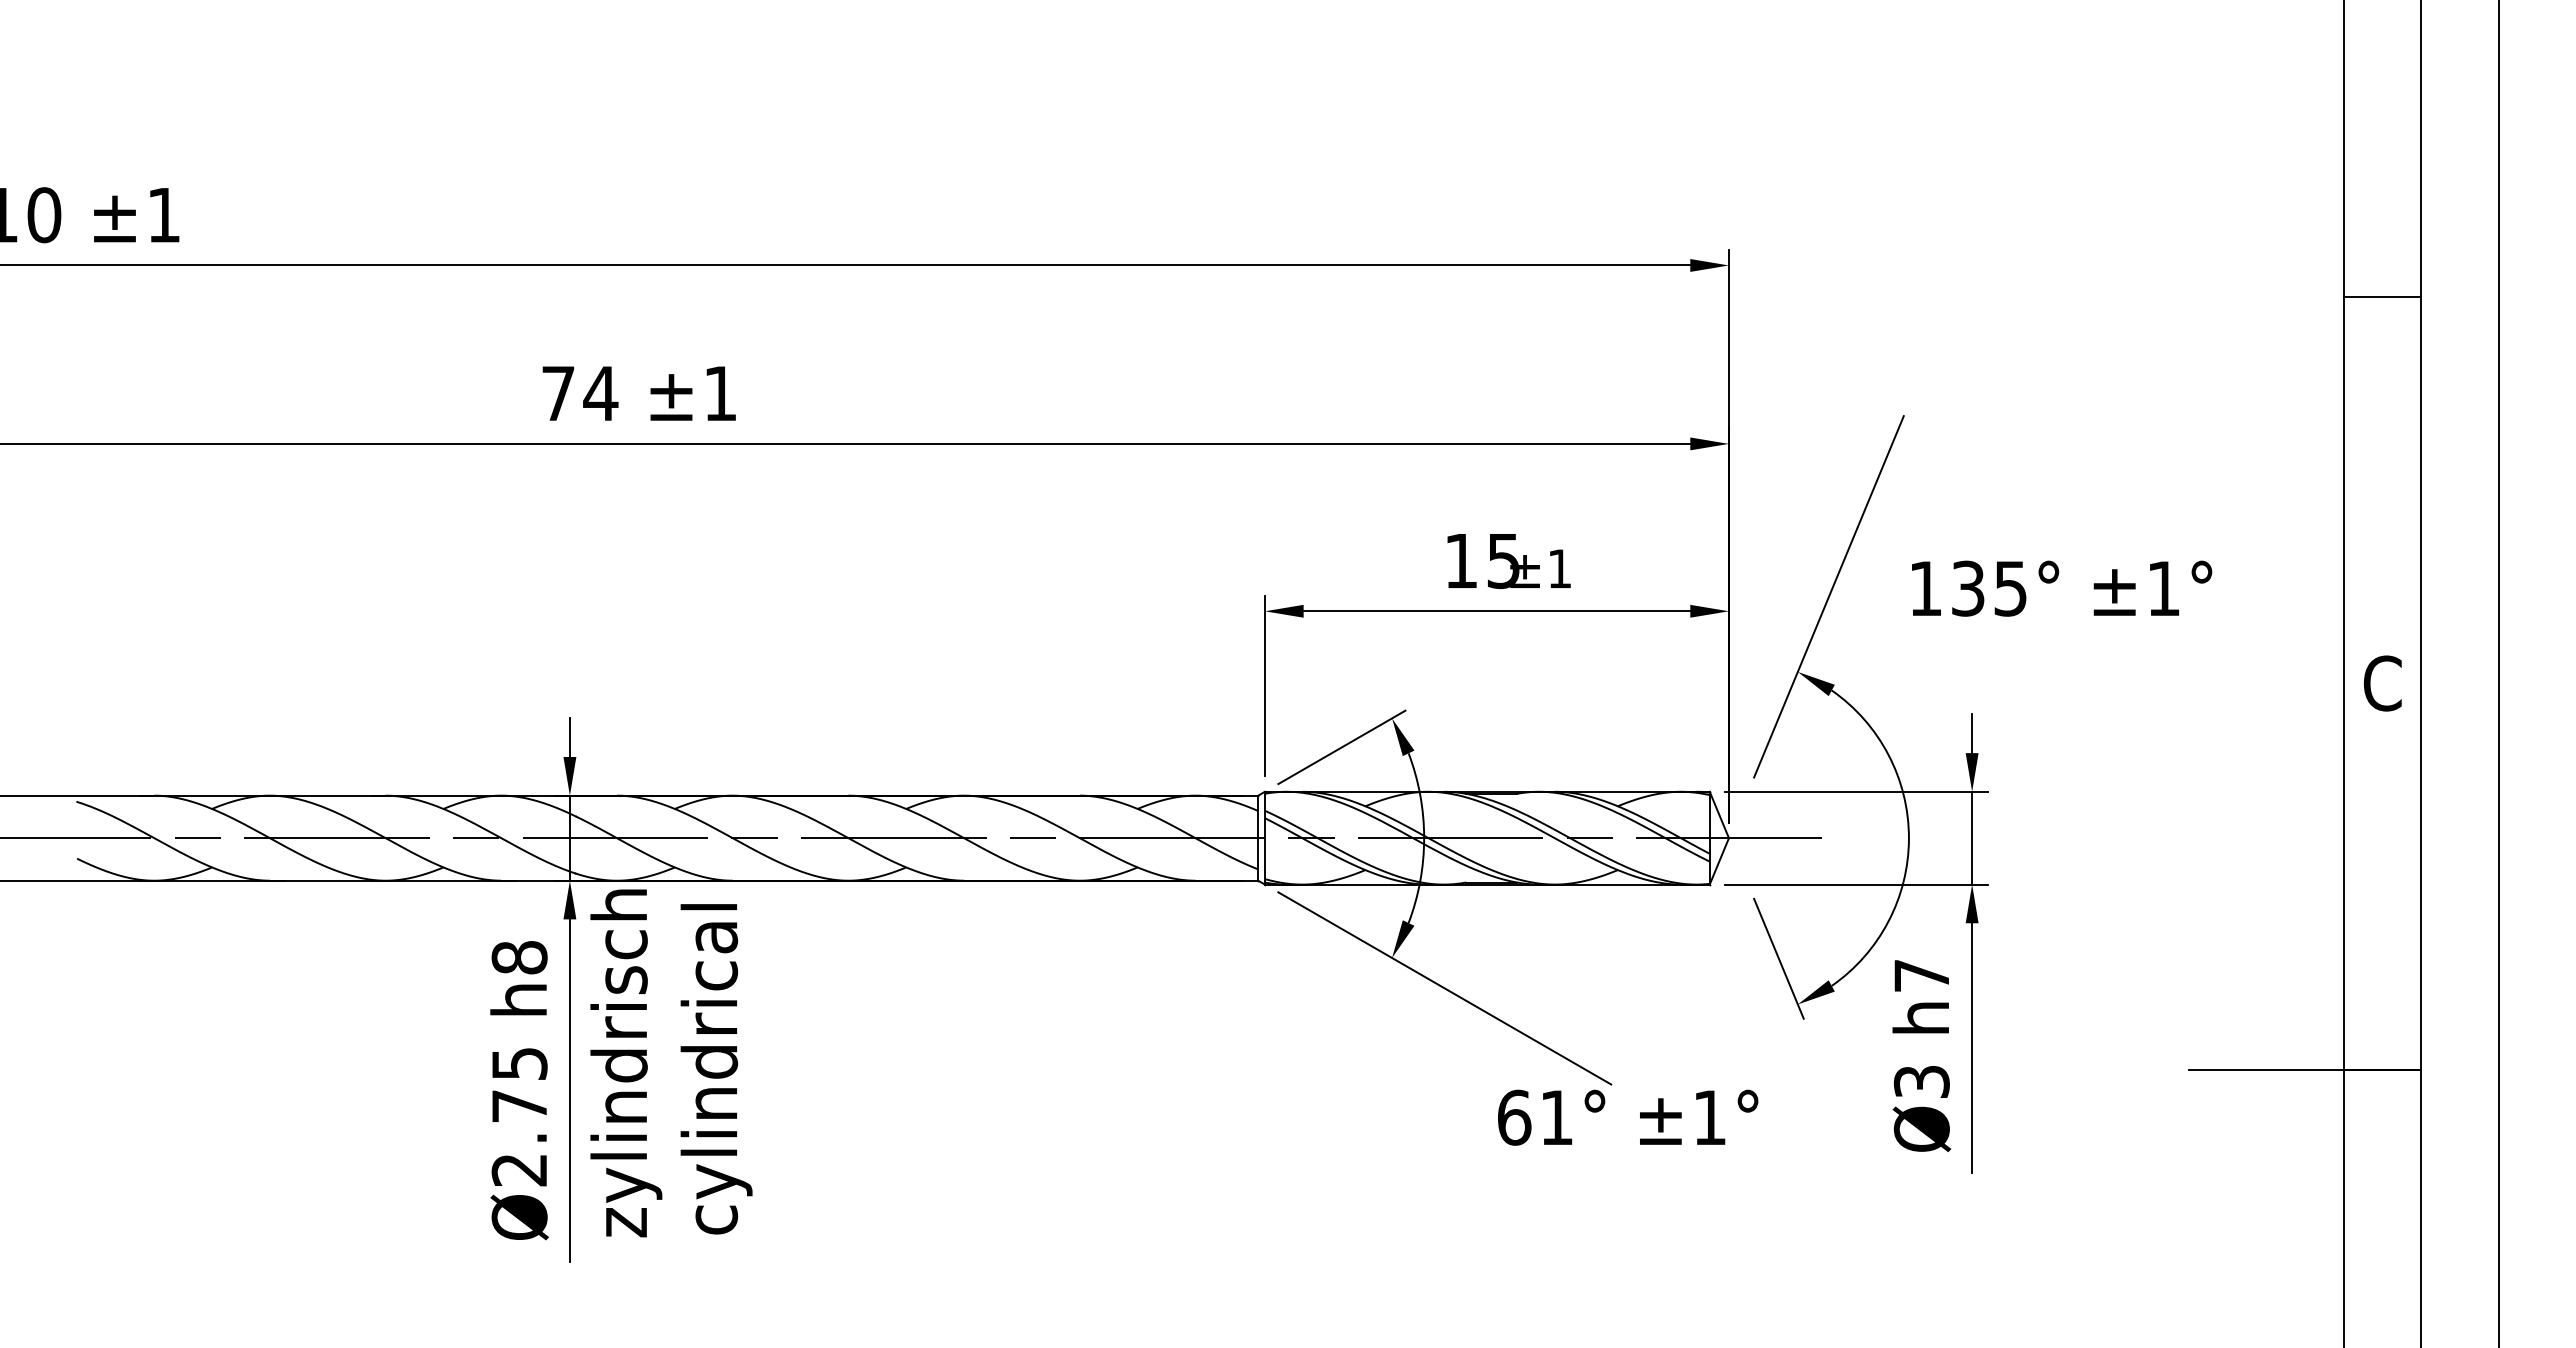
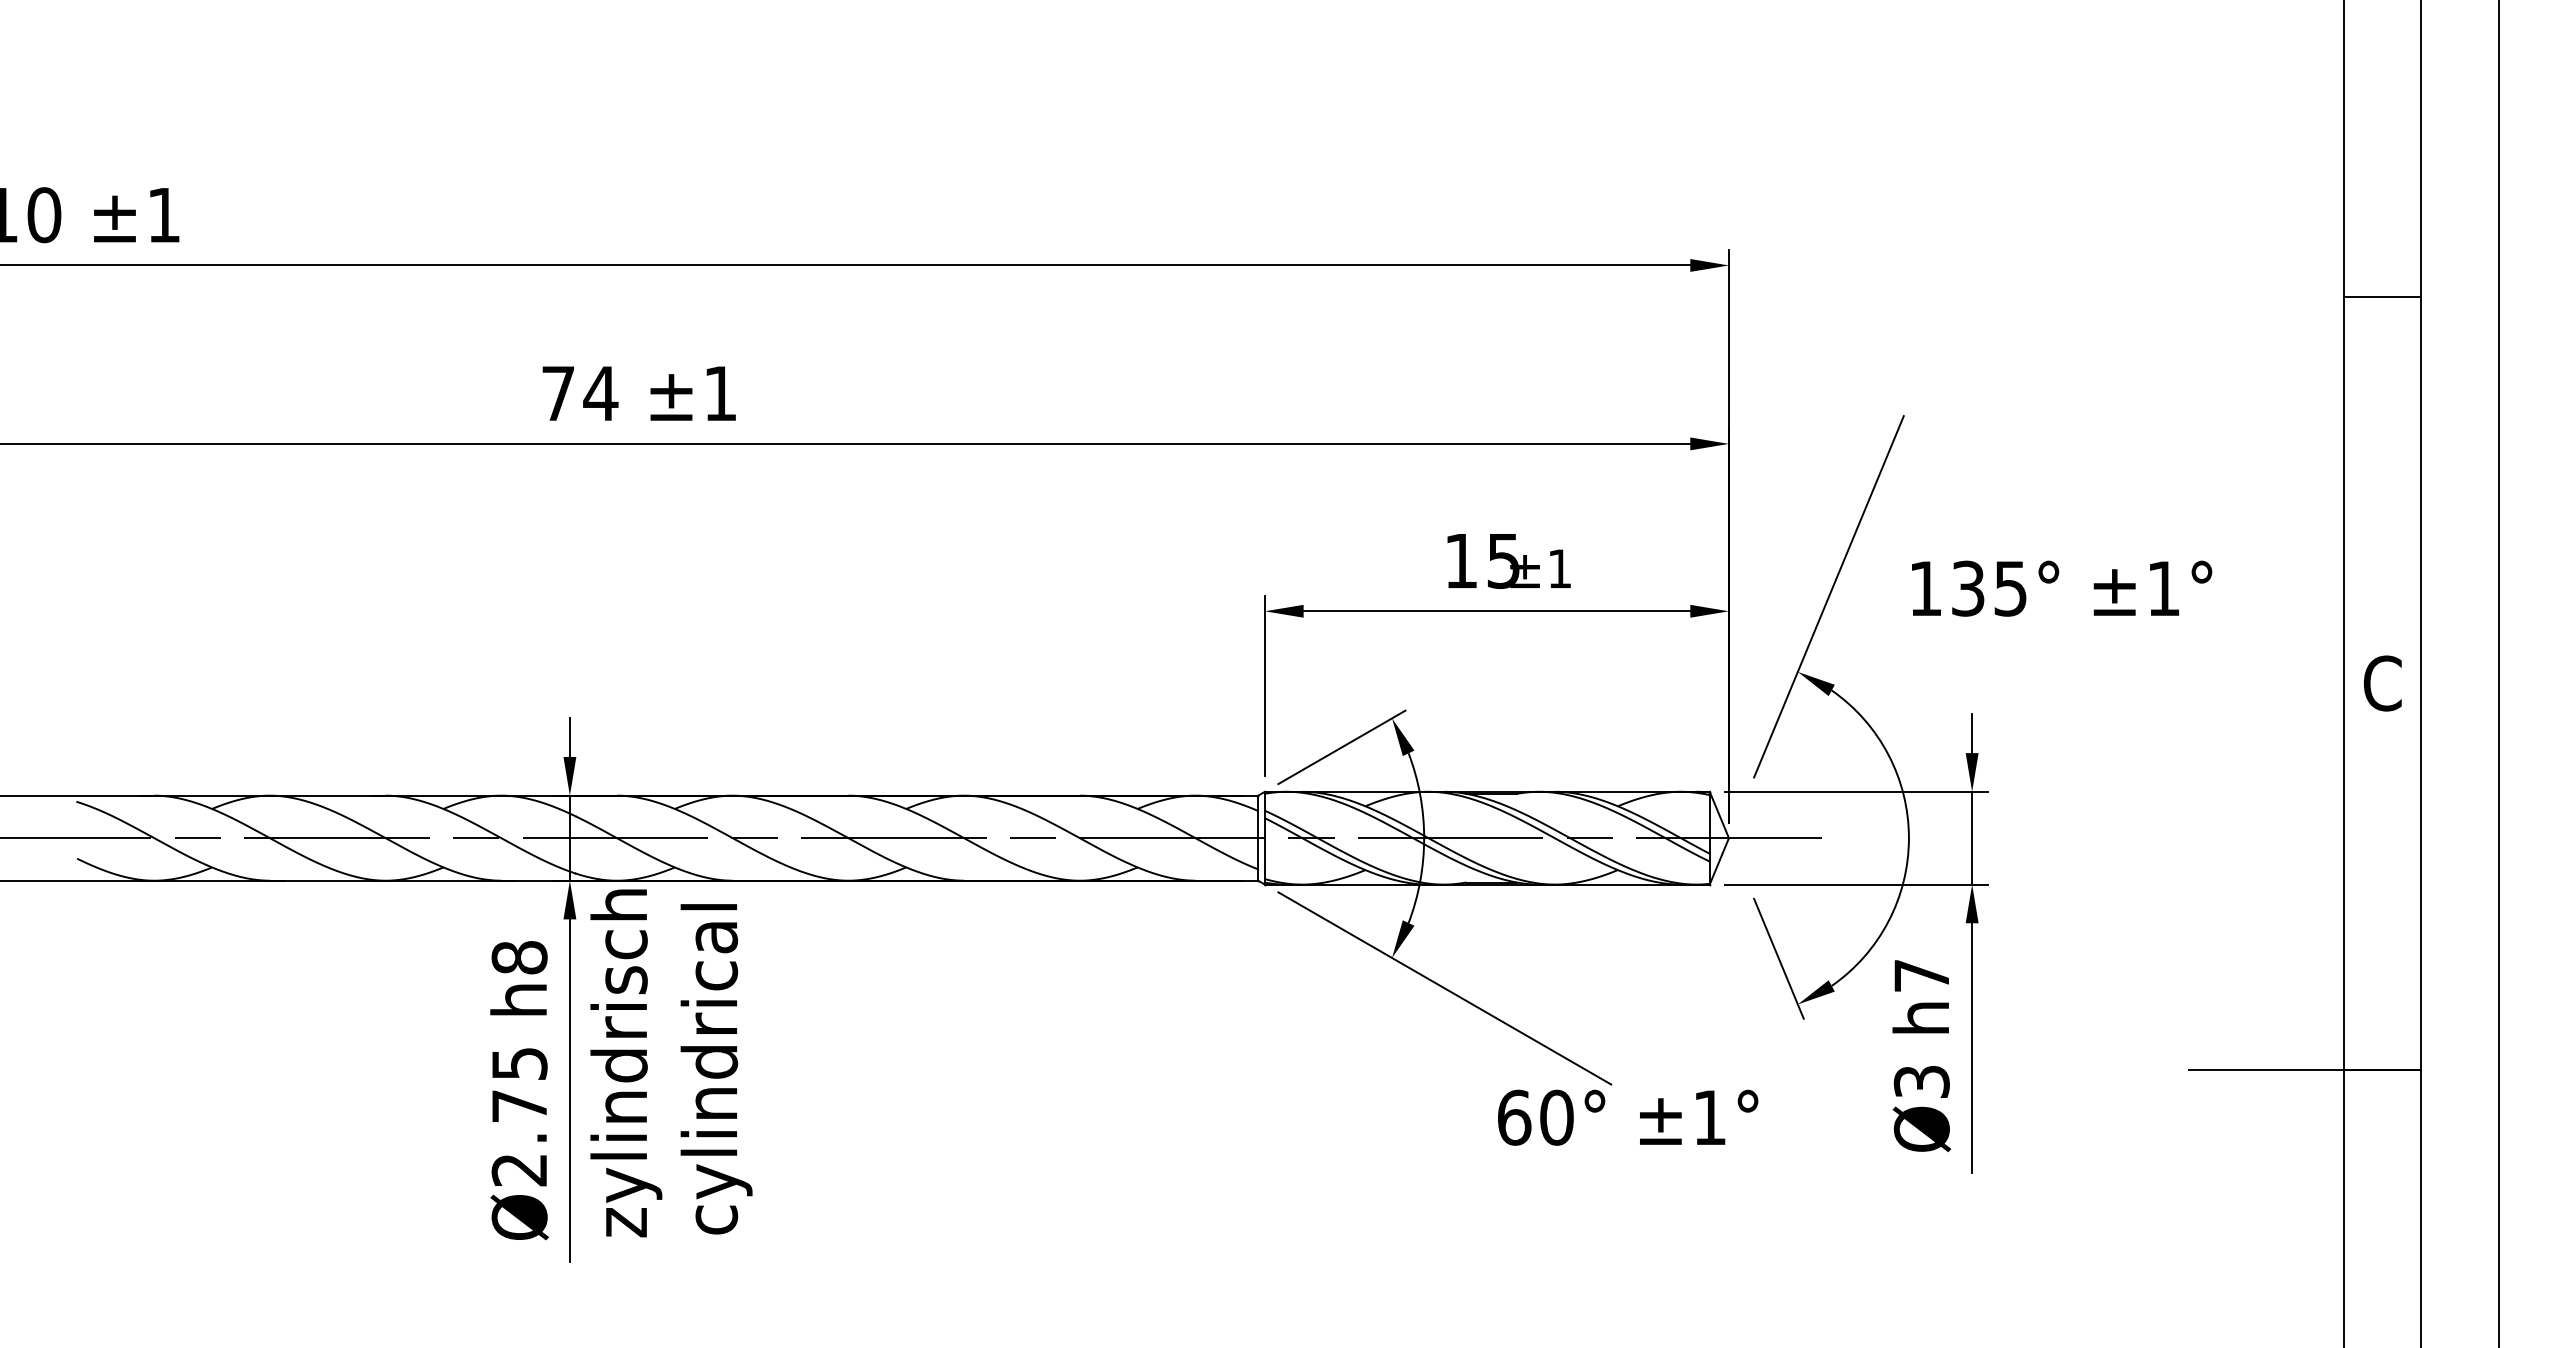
text at (1556, 1117): 61° -> 60°
